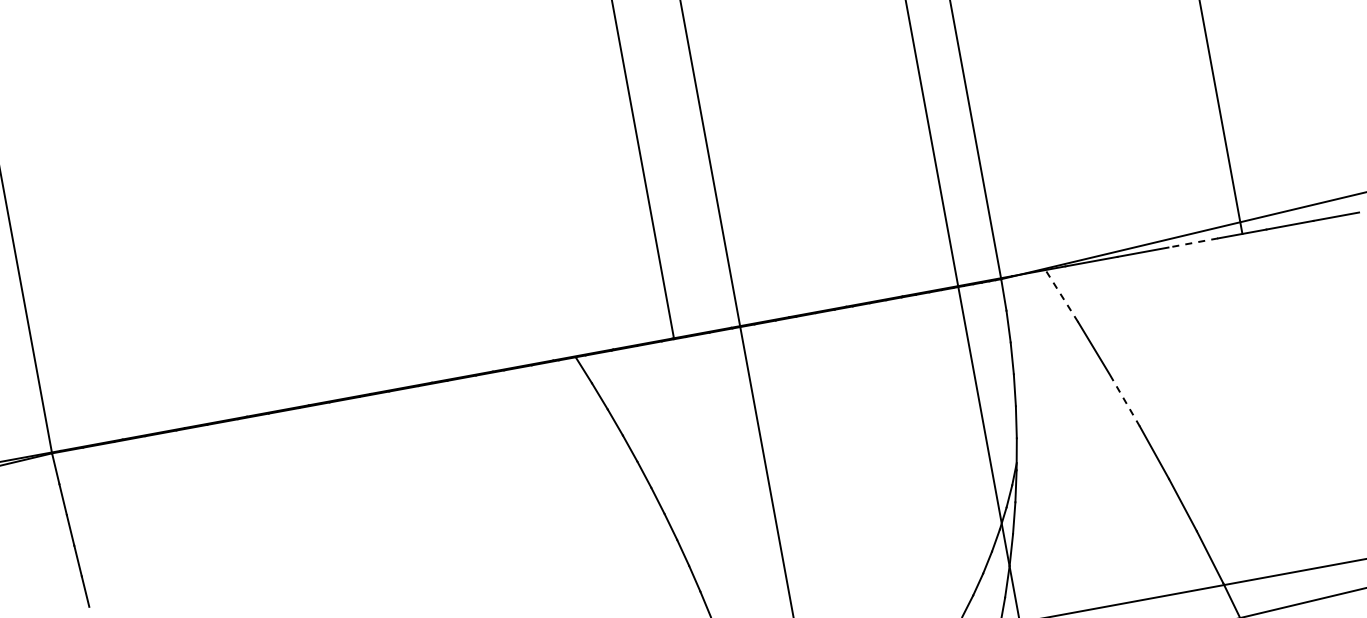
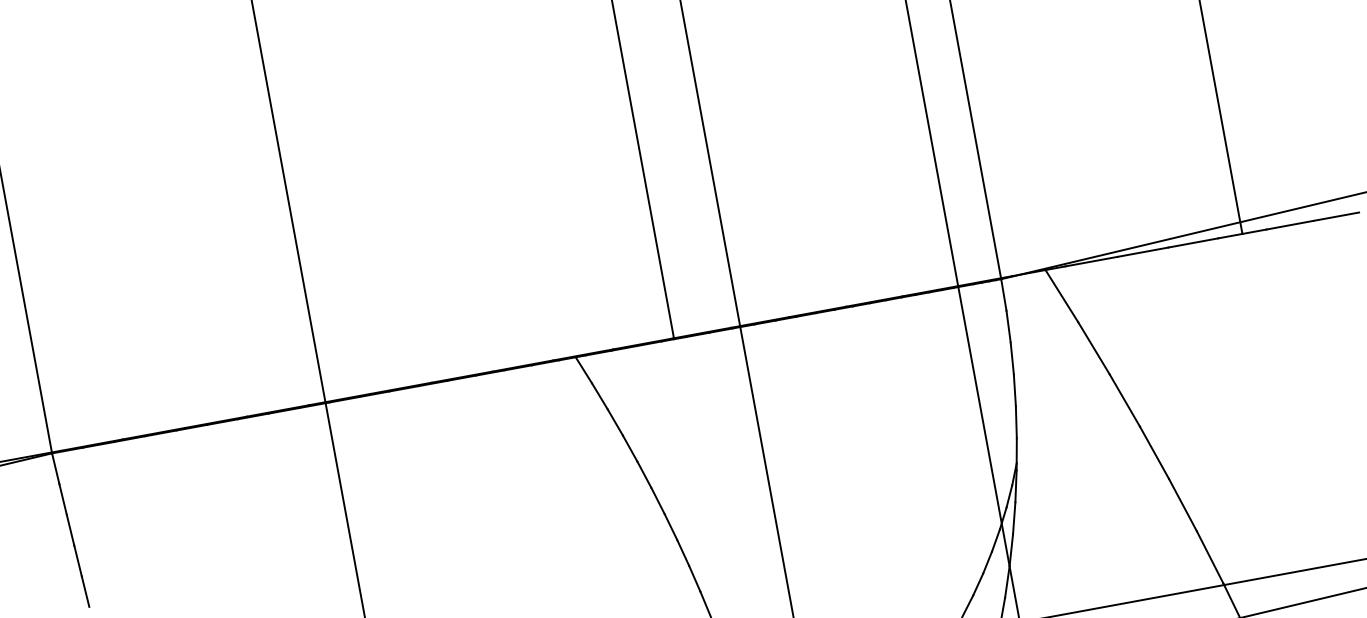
line at (1192, 243): dashed -> solid
line at (1061, 296): dashed -> solid
line at (308, 308): none -> present
line at (1124, 400): dashed -> solid
